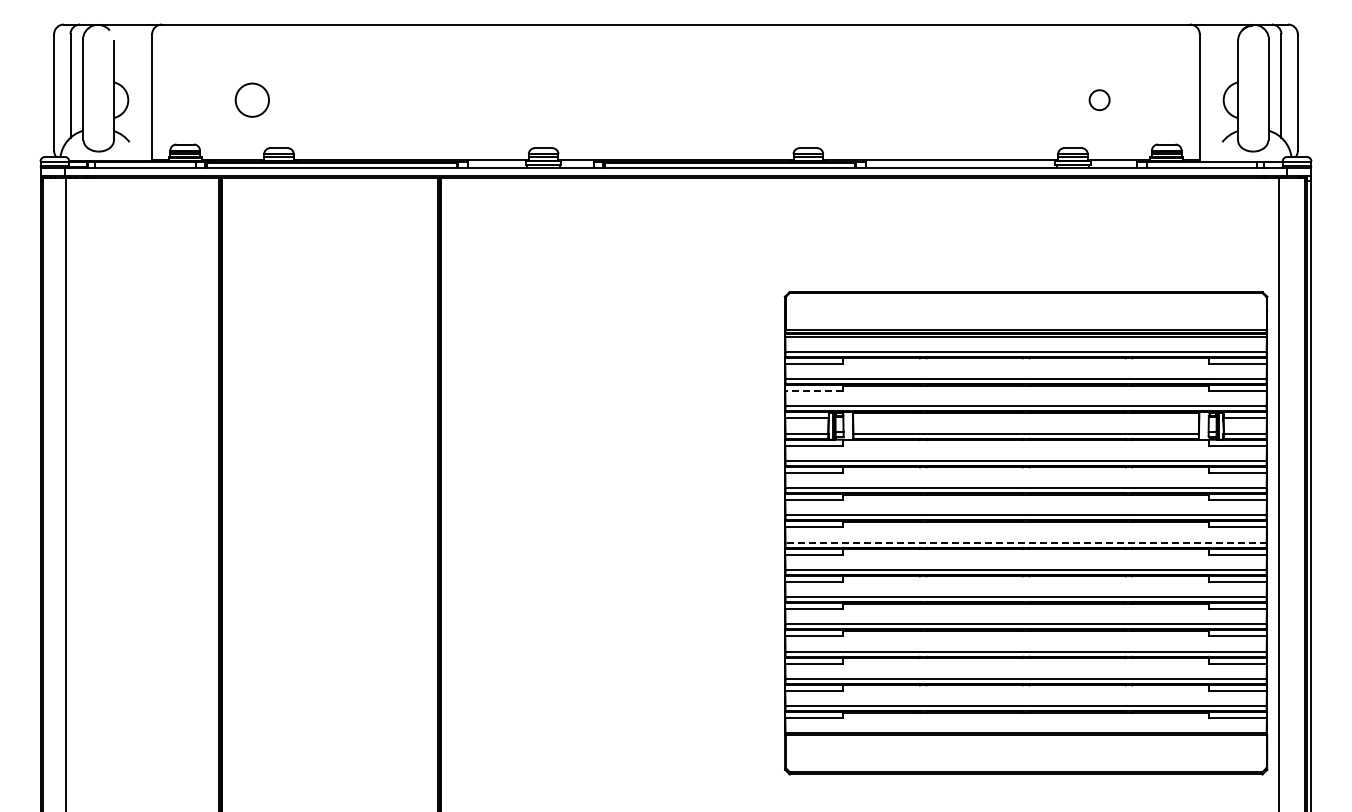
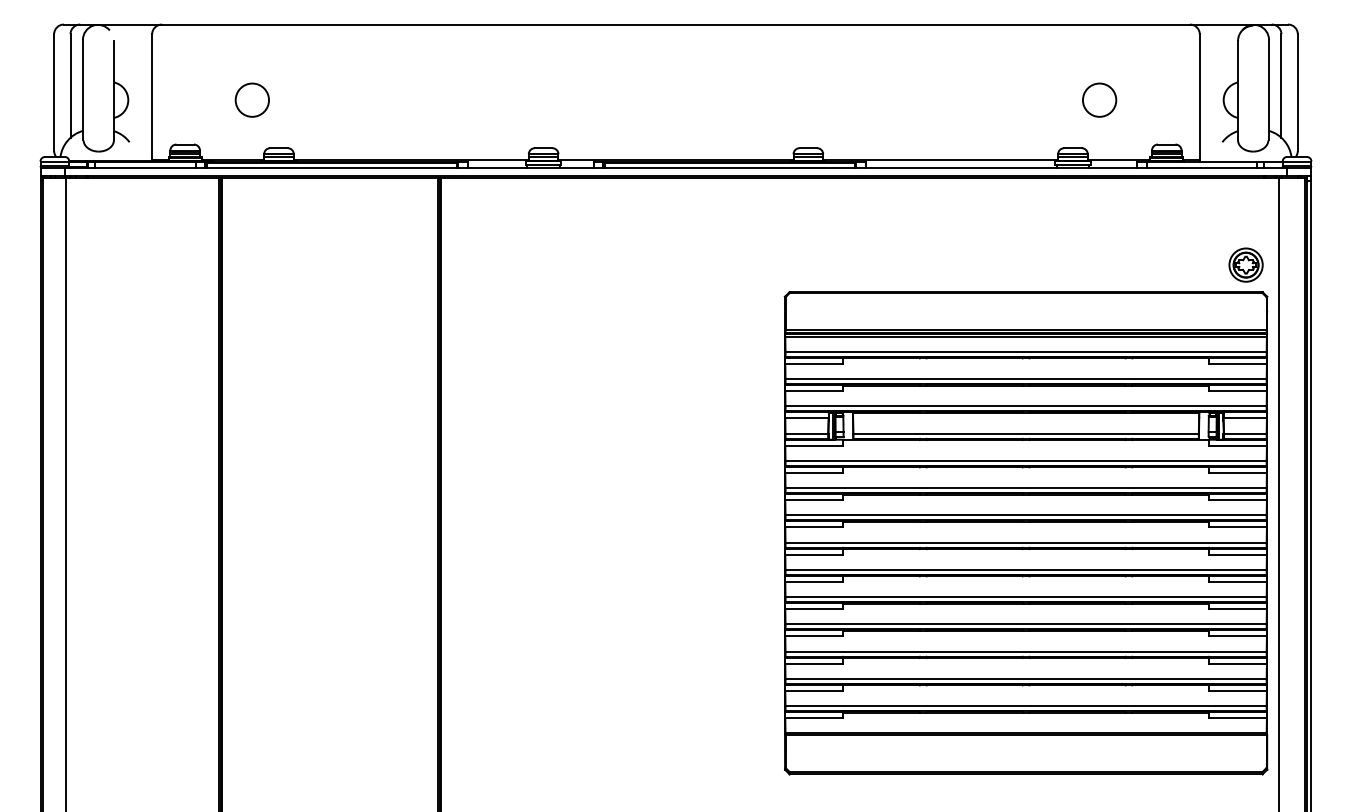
circle at (1099, 100) diameter: 20 px -> 33 px
part at (1245, 264): none -> present
line at (814, 391): dashed -> solid
line at (1026, 542): dashed -> solid
